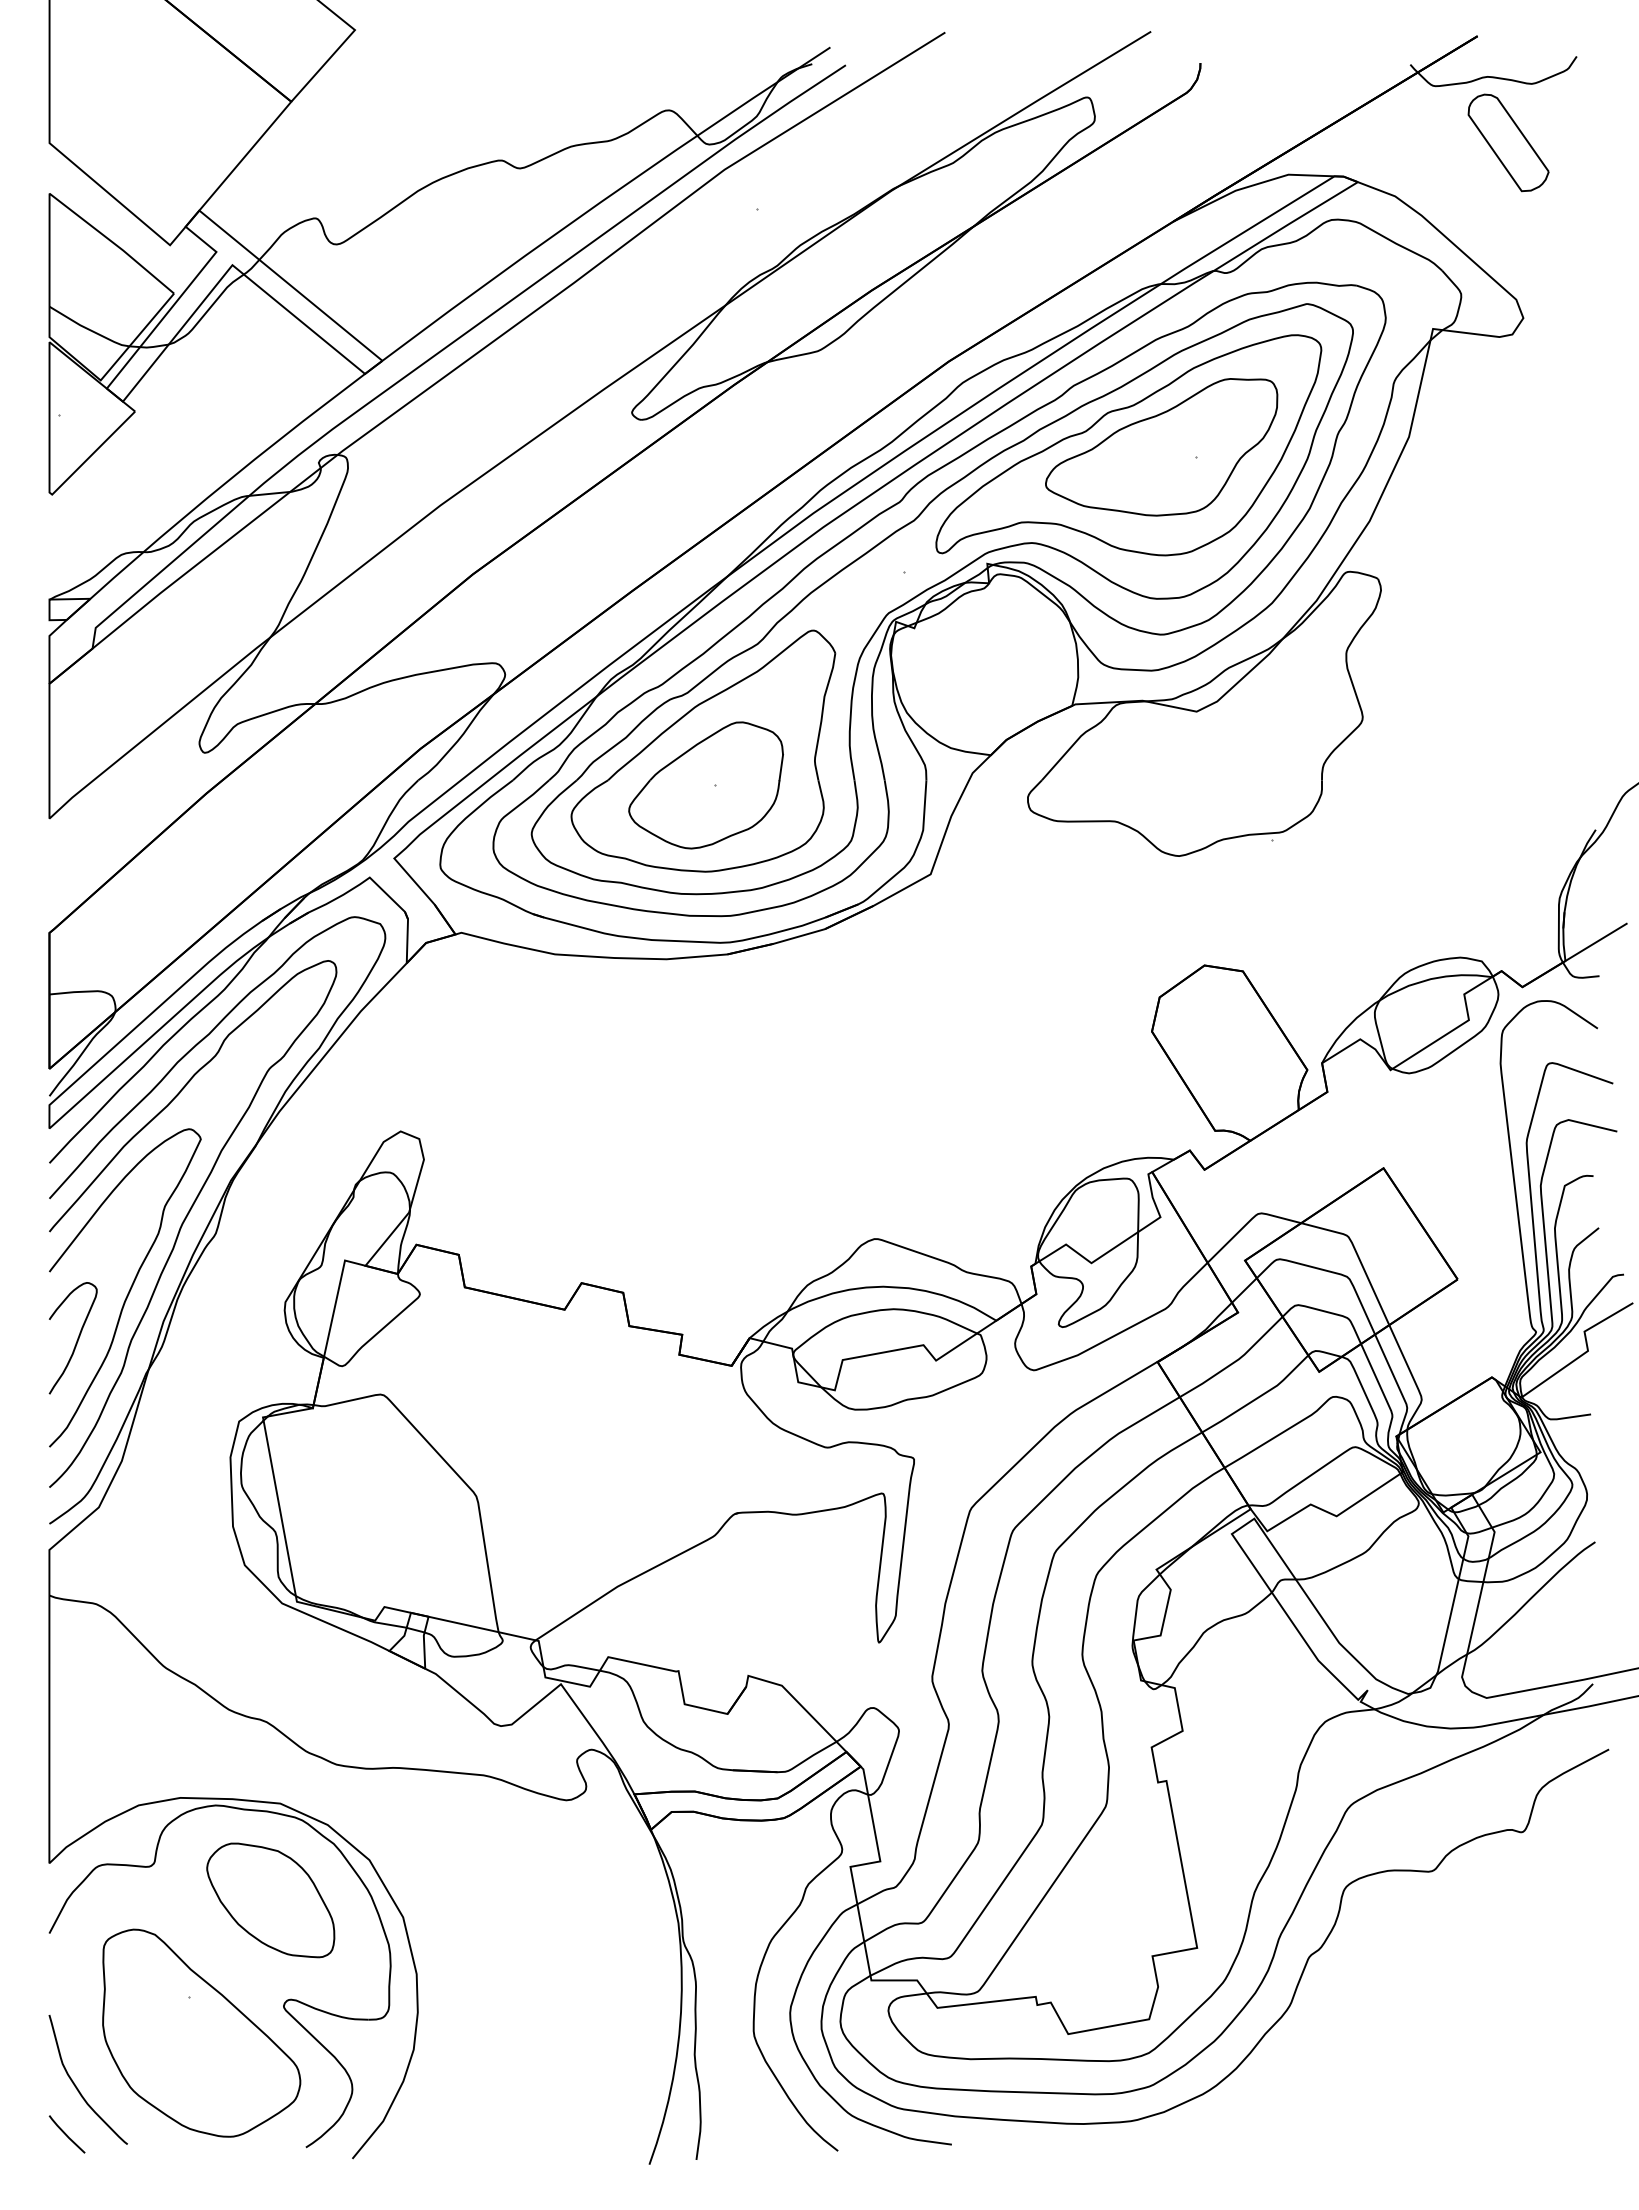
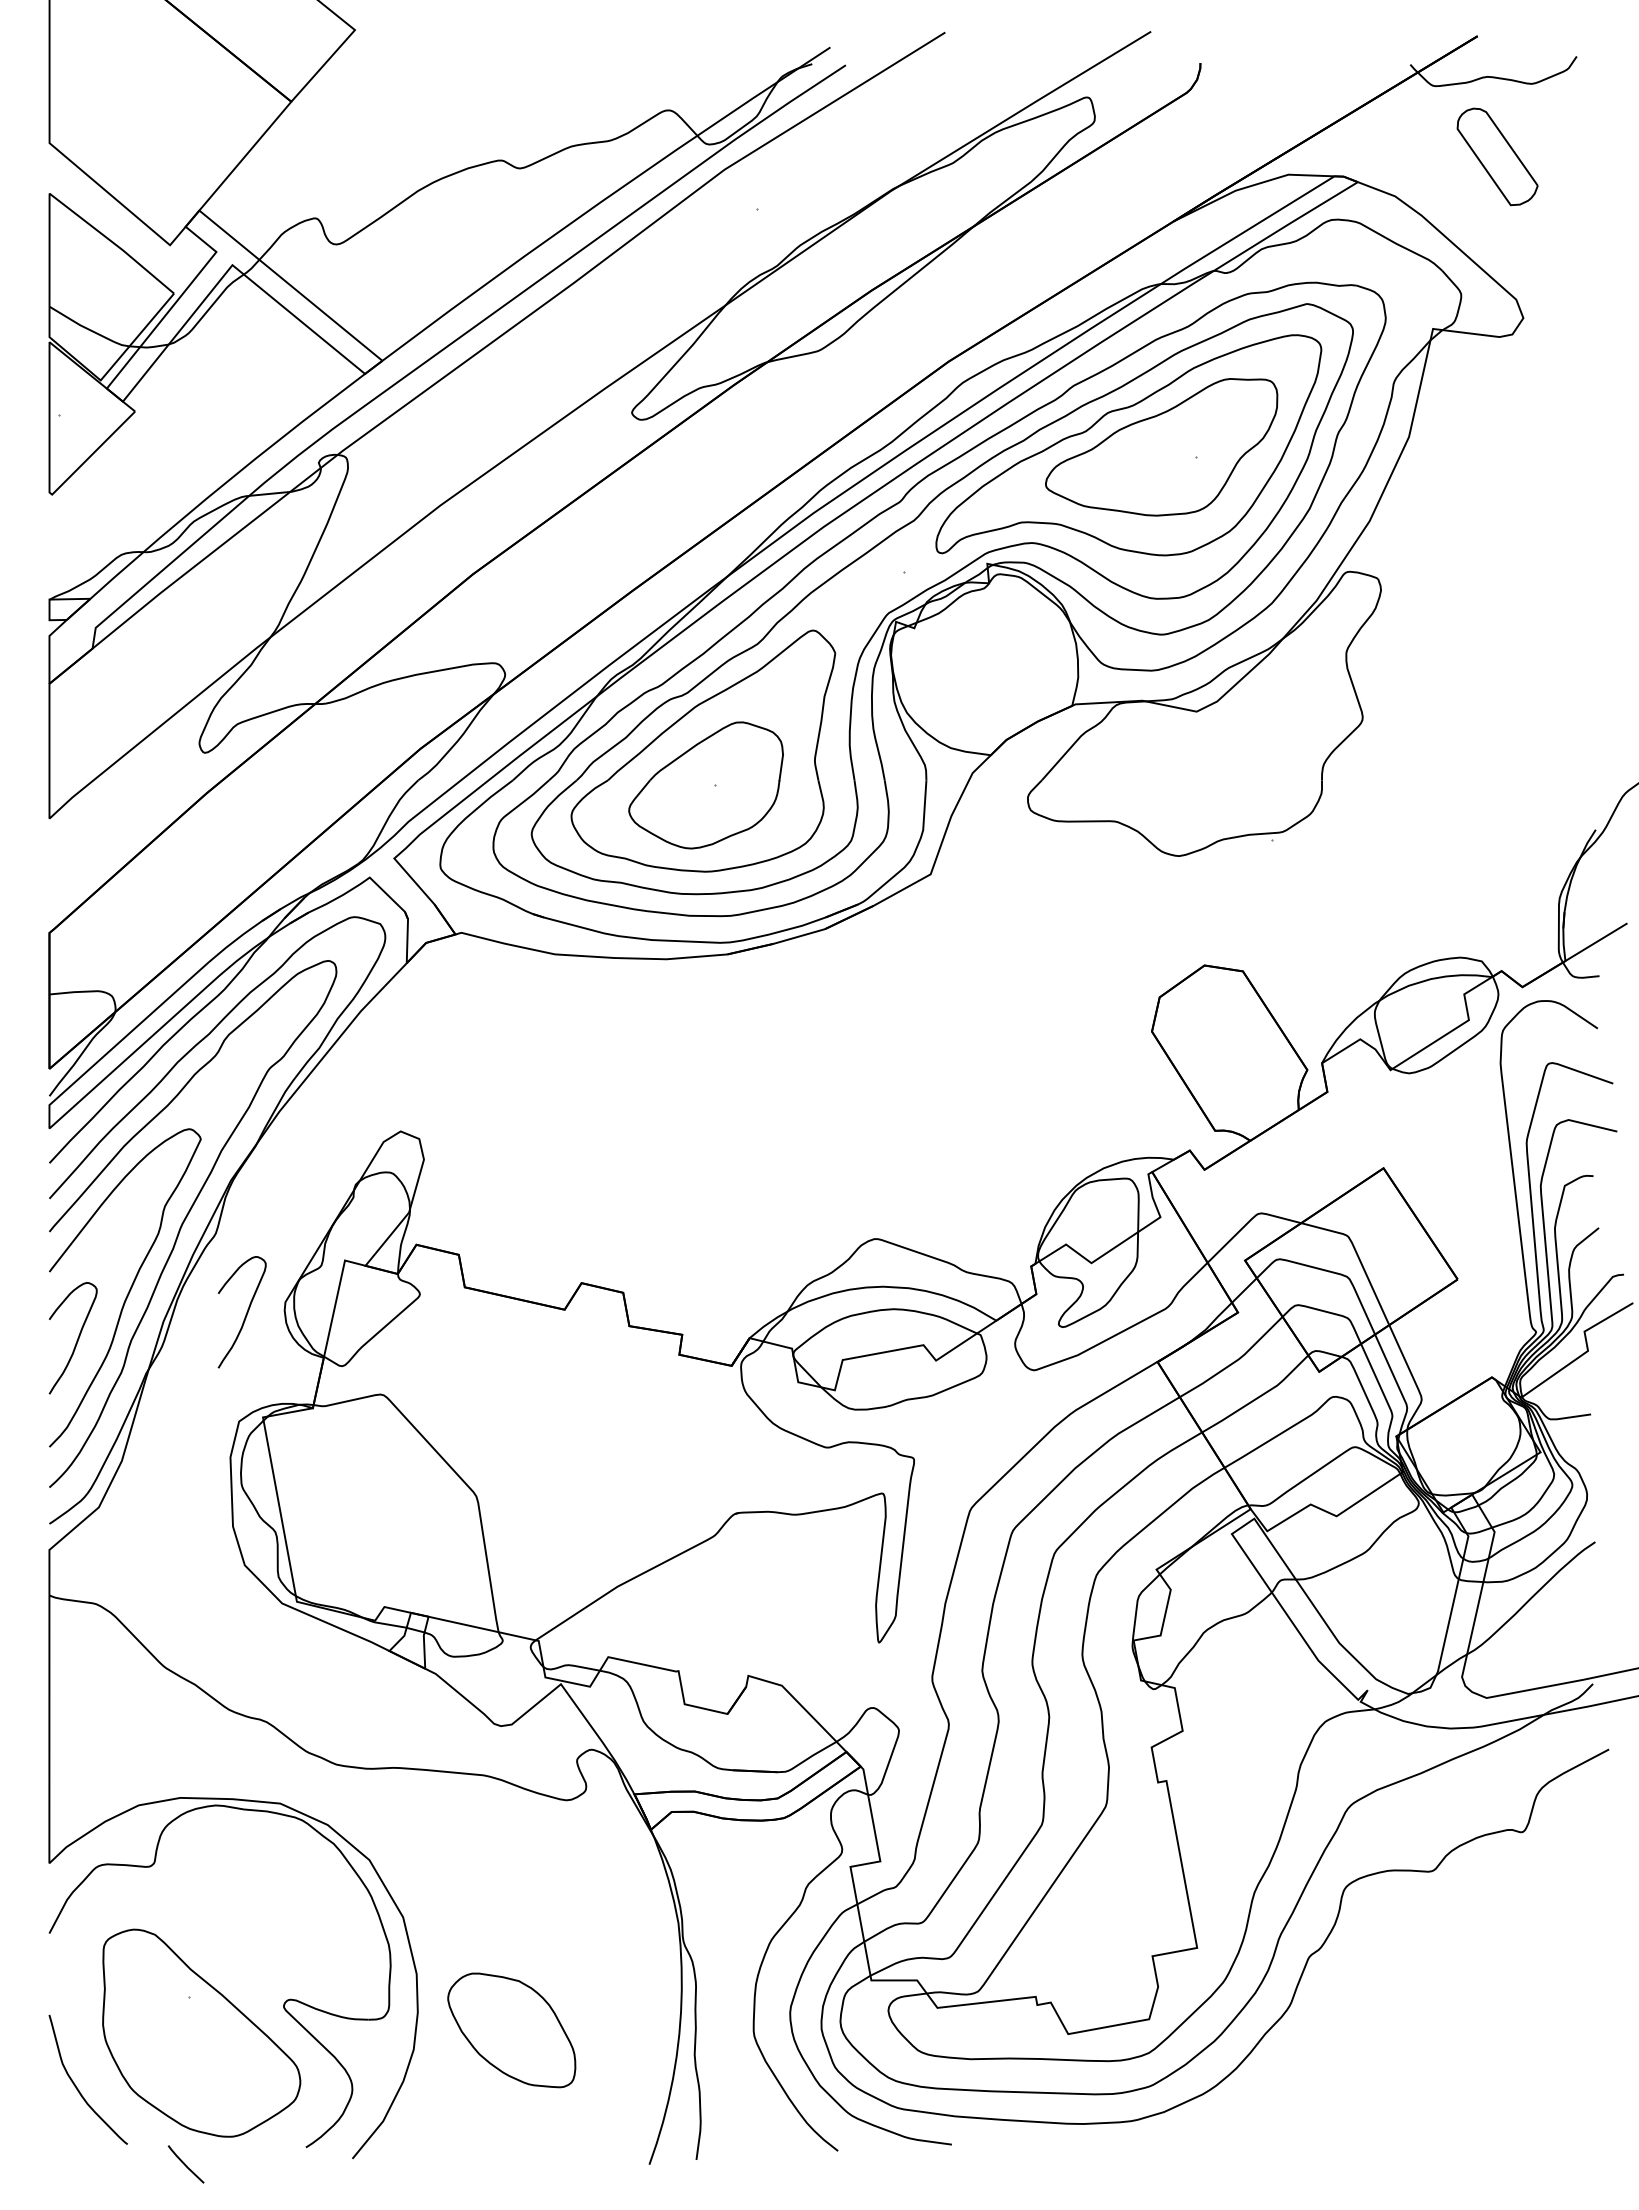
part at (1508, 142) position: (1508, 142) -> (1497, 156)
curve at (245, 1314): none -> present
part at (270, 1900) position: (270, 1900) -> (511, 2030)
line at (66, 2134) position: (66, 2134) -> (185, 2164)
